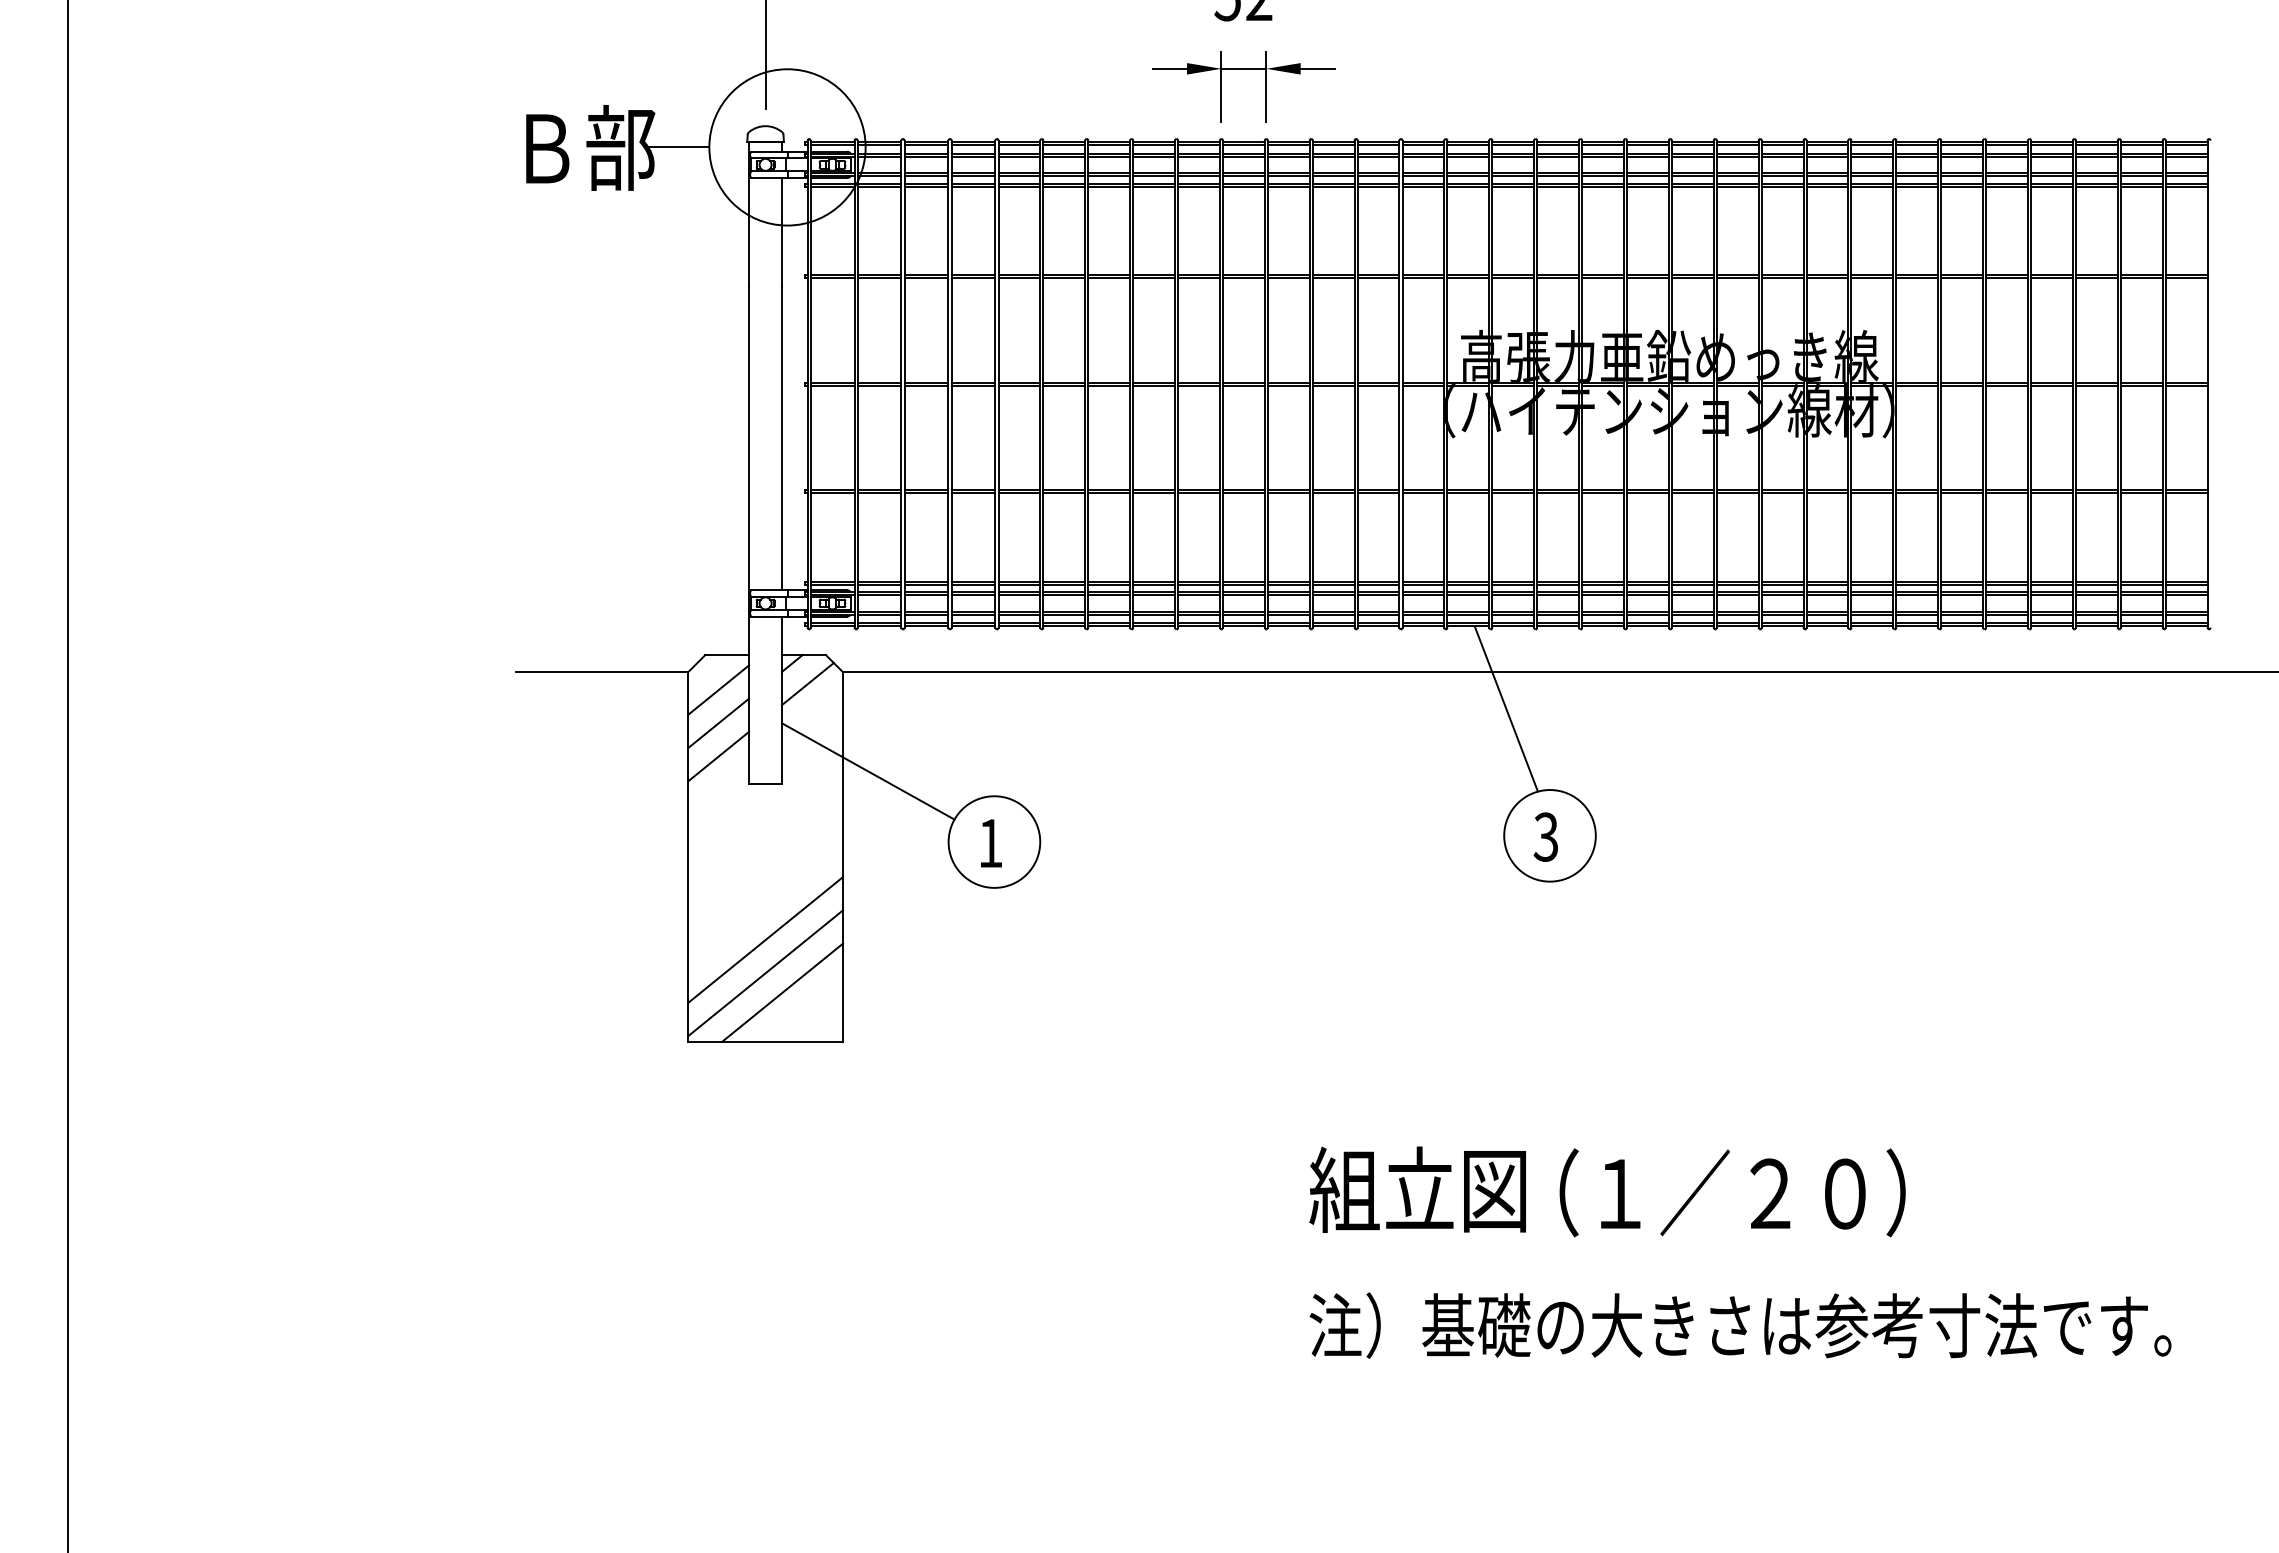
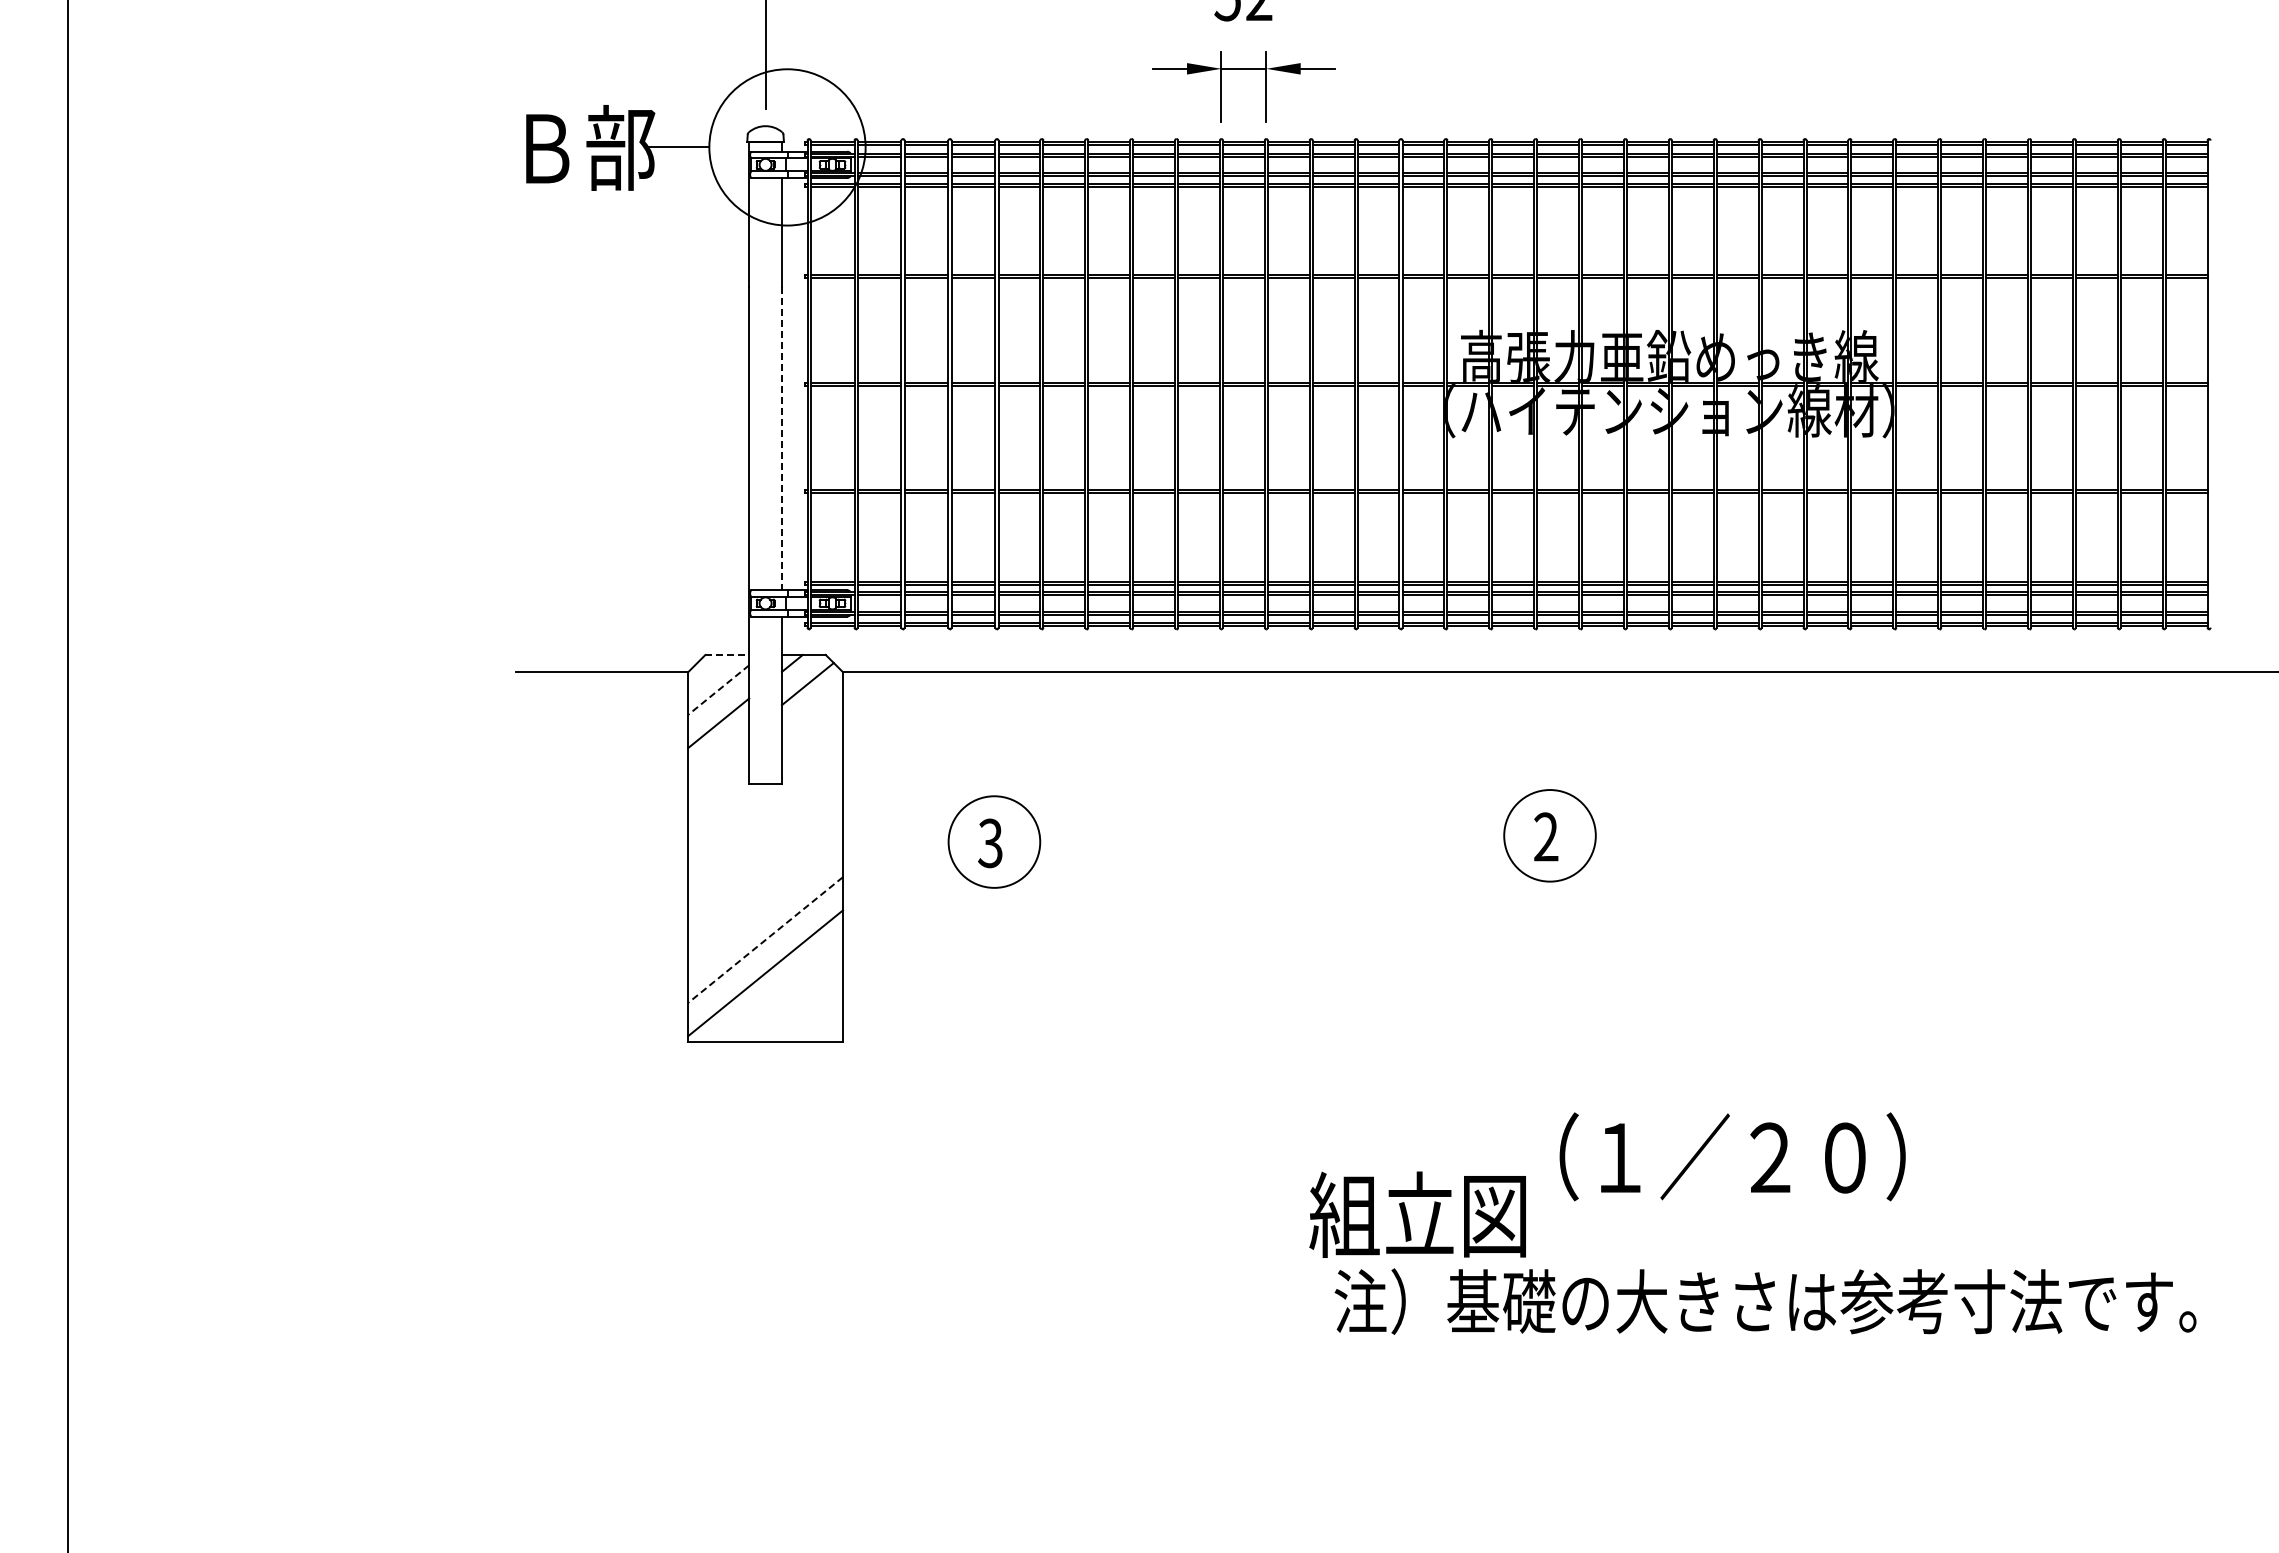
line at (781, 439): solid -> dashed
line at (727, 654): solid -> dashed
line at (718, 690): solid -> dashed
line at (1505, 708): present -> none
line at (718, 756): present -> none
line at (867, 771): present -> none
text at (1545, 836): 3 -> 2
text at (990, 843): 1 -> 3
line at (765, 940): solid -> dashed
line at (782, 992): present -> none
text at (1417, 1189) position: (1417, 1189) -> (1417, 1214)
text at (1732, 1192) position: (1732, 1192) -> (1732, 1156)
text at (1740, 1325) position: (1740, 1325) -> (1765, 1301)
